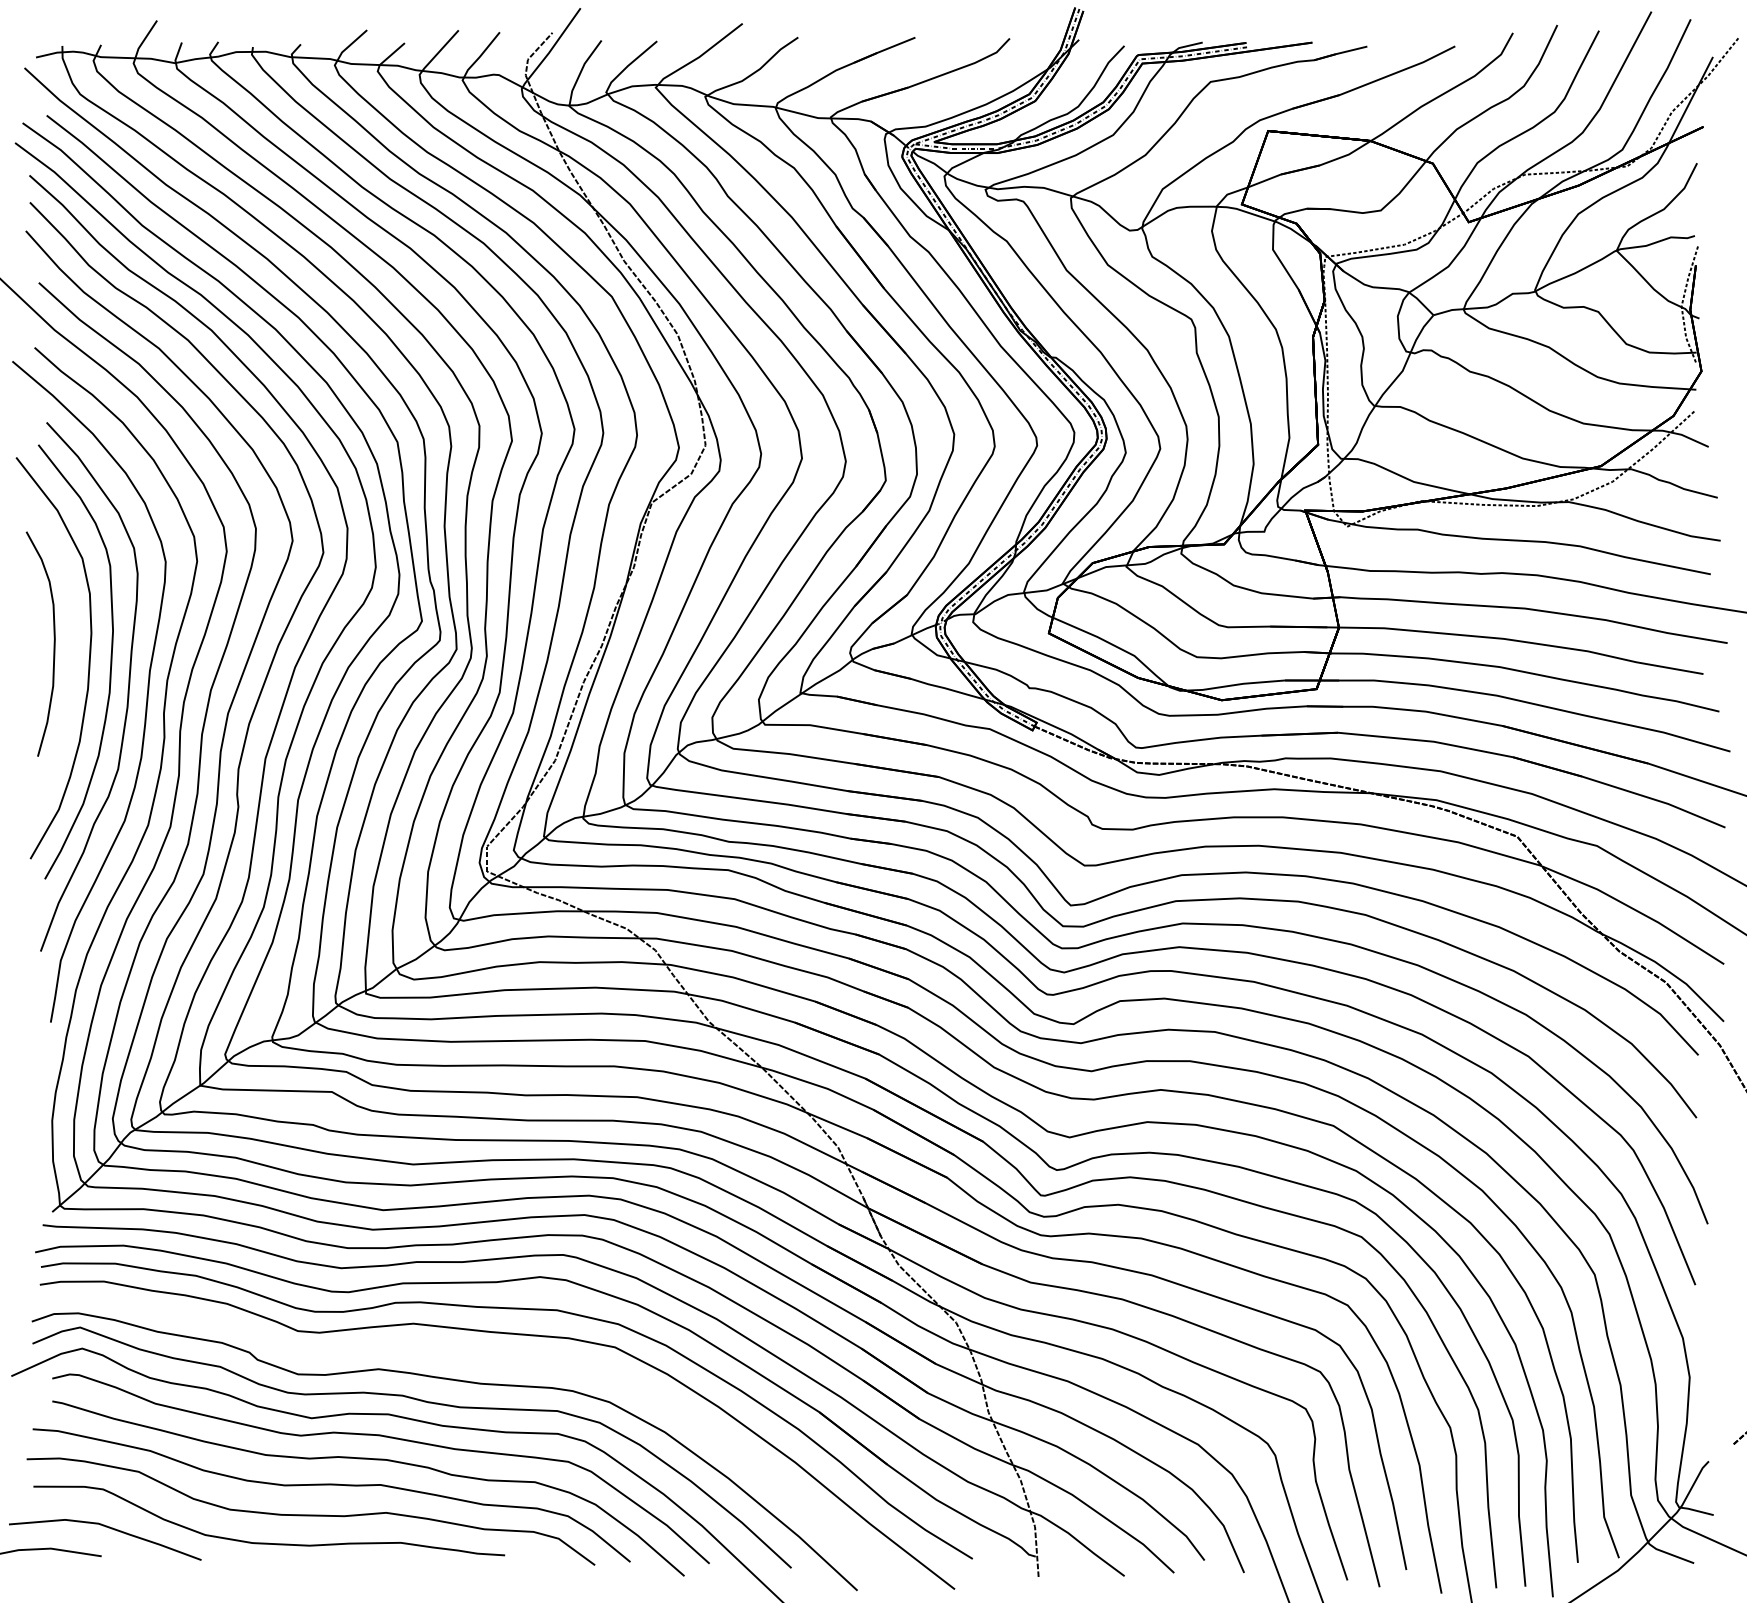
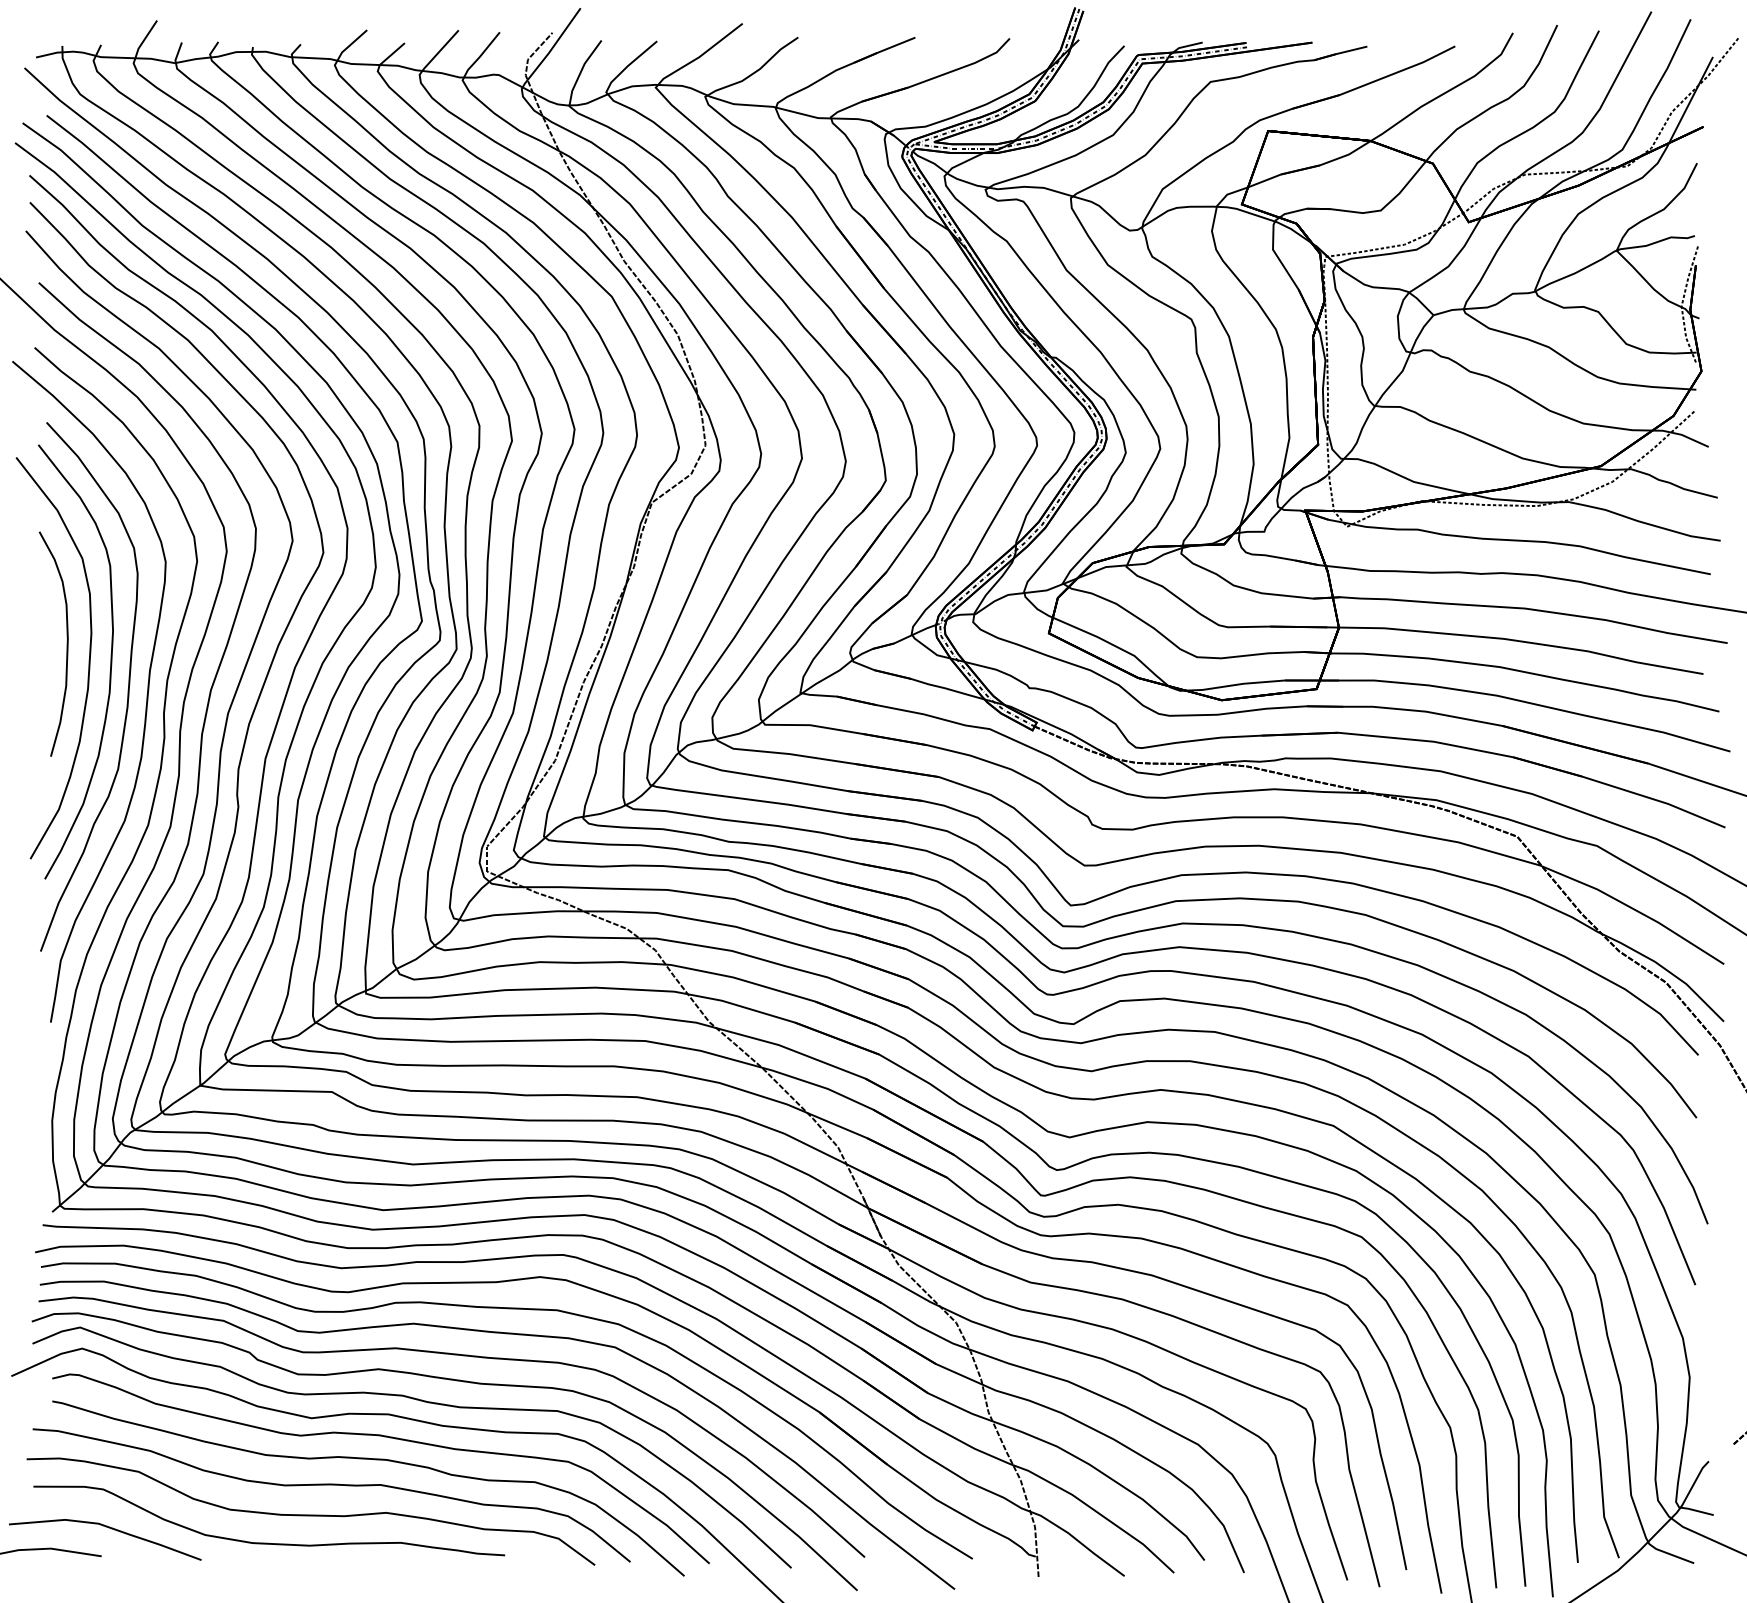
curve at (53, 643) position: (53, 643) -> (66, 643)
curve at (462, 1356): none -> present
